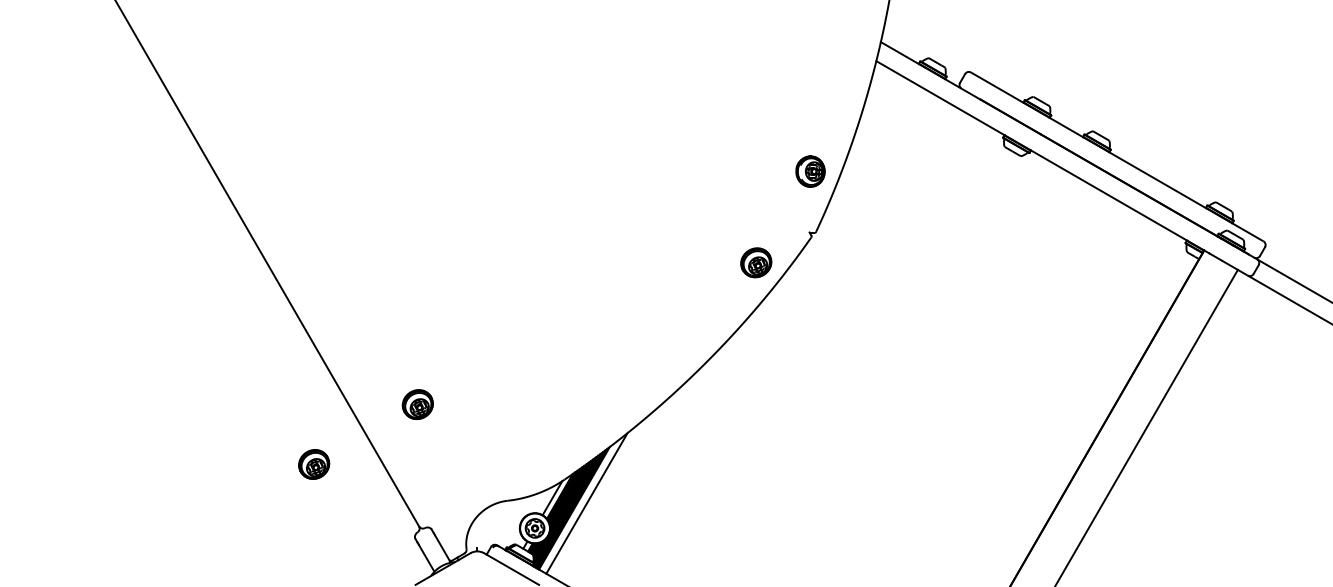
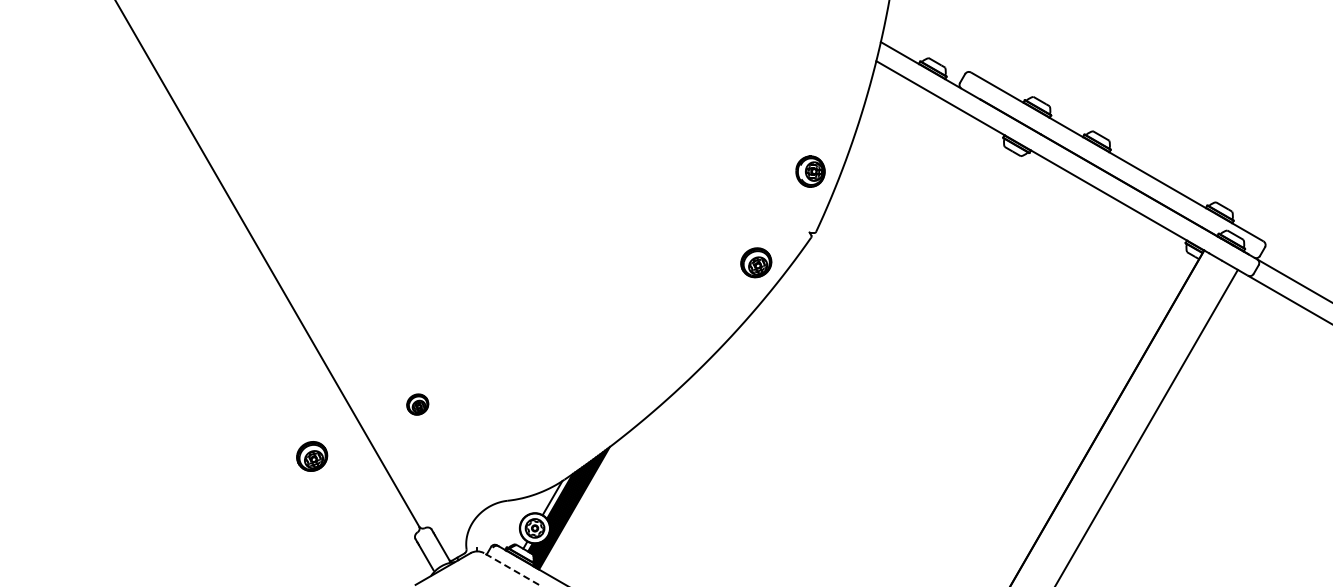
part at (417, 404) size: 33x31 px -> 24x23 px
part at (314, 464) position: (314, 464) -> (312, 456)
line at (586, 502): present -> none
line at (511, 569): solid -> dashed
